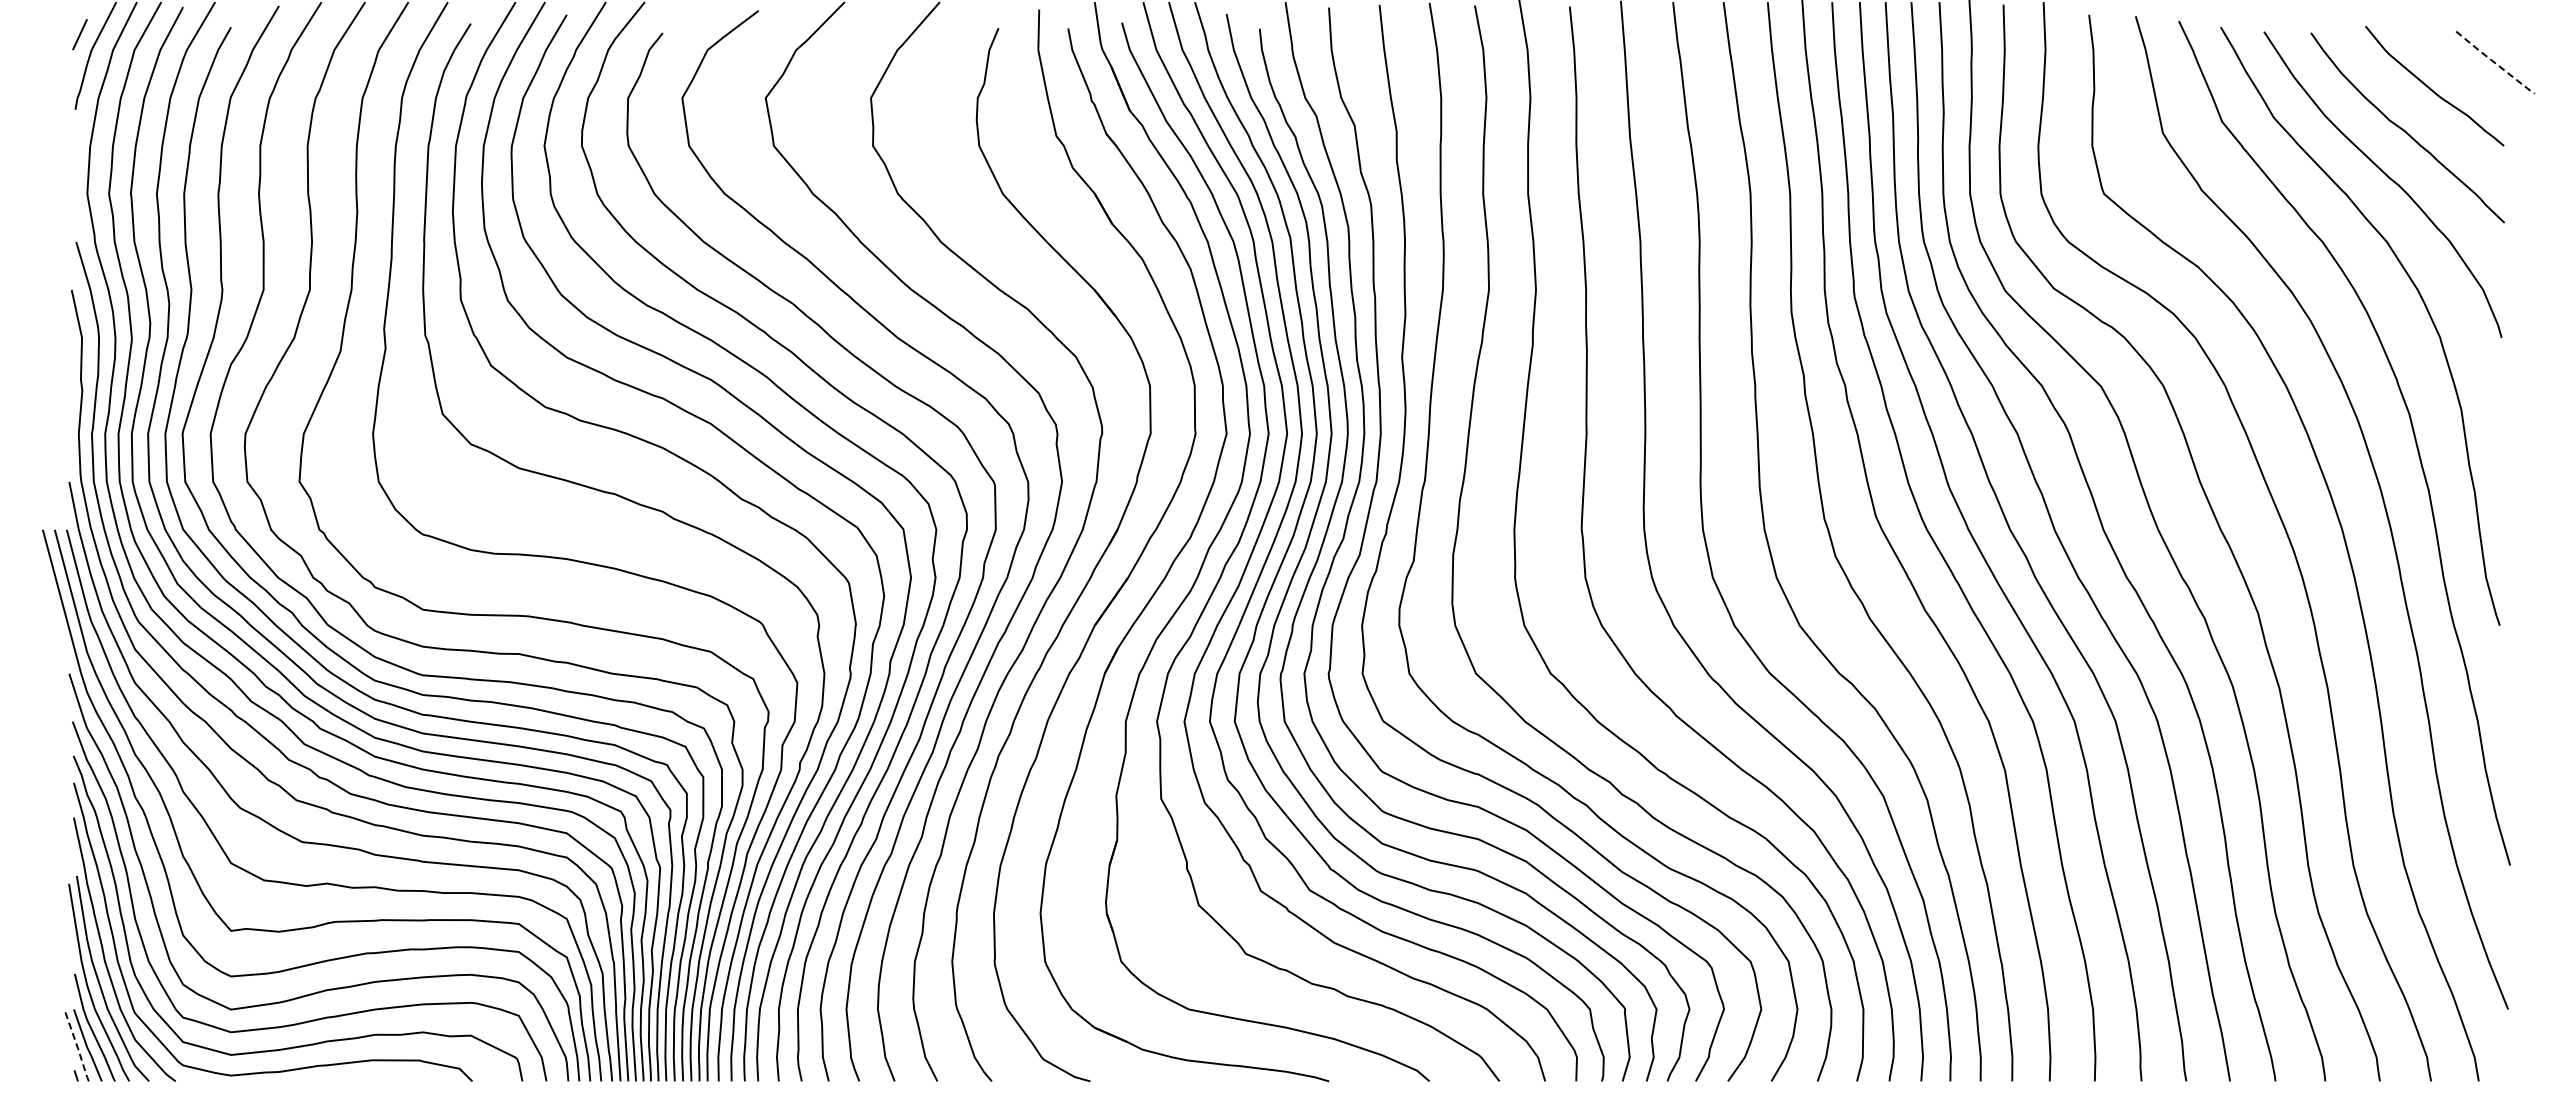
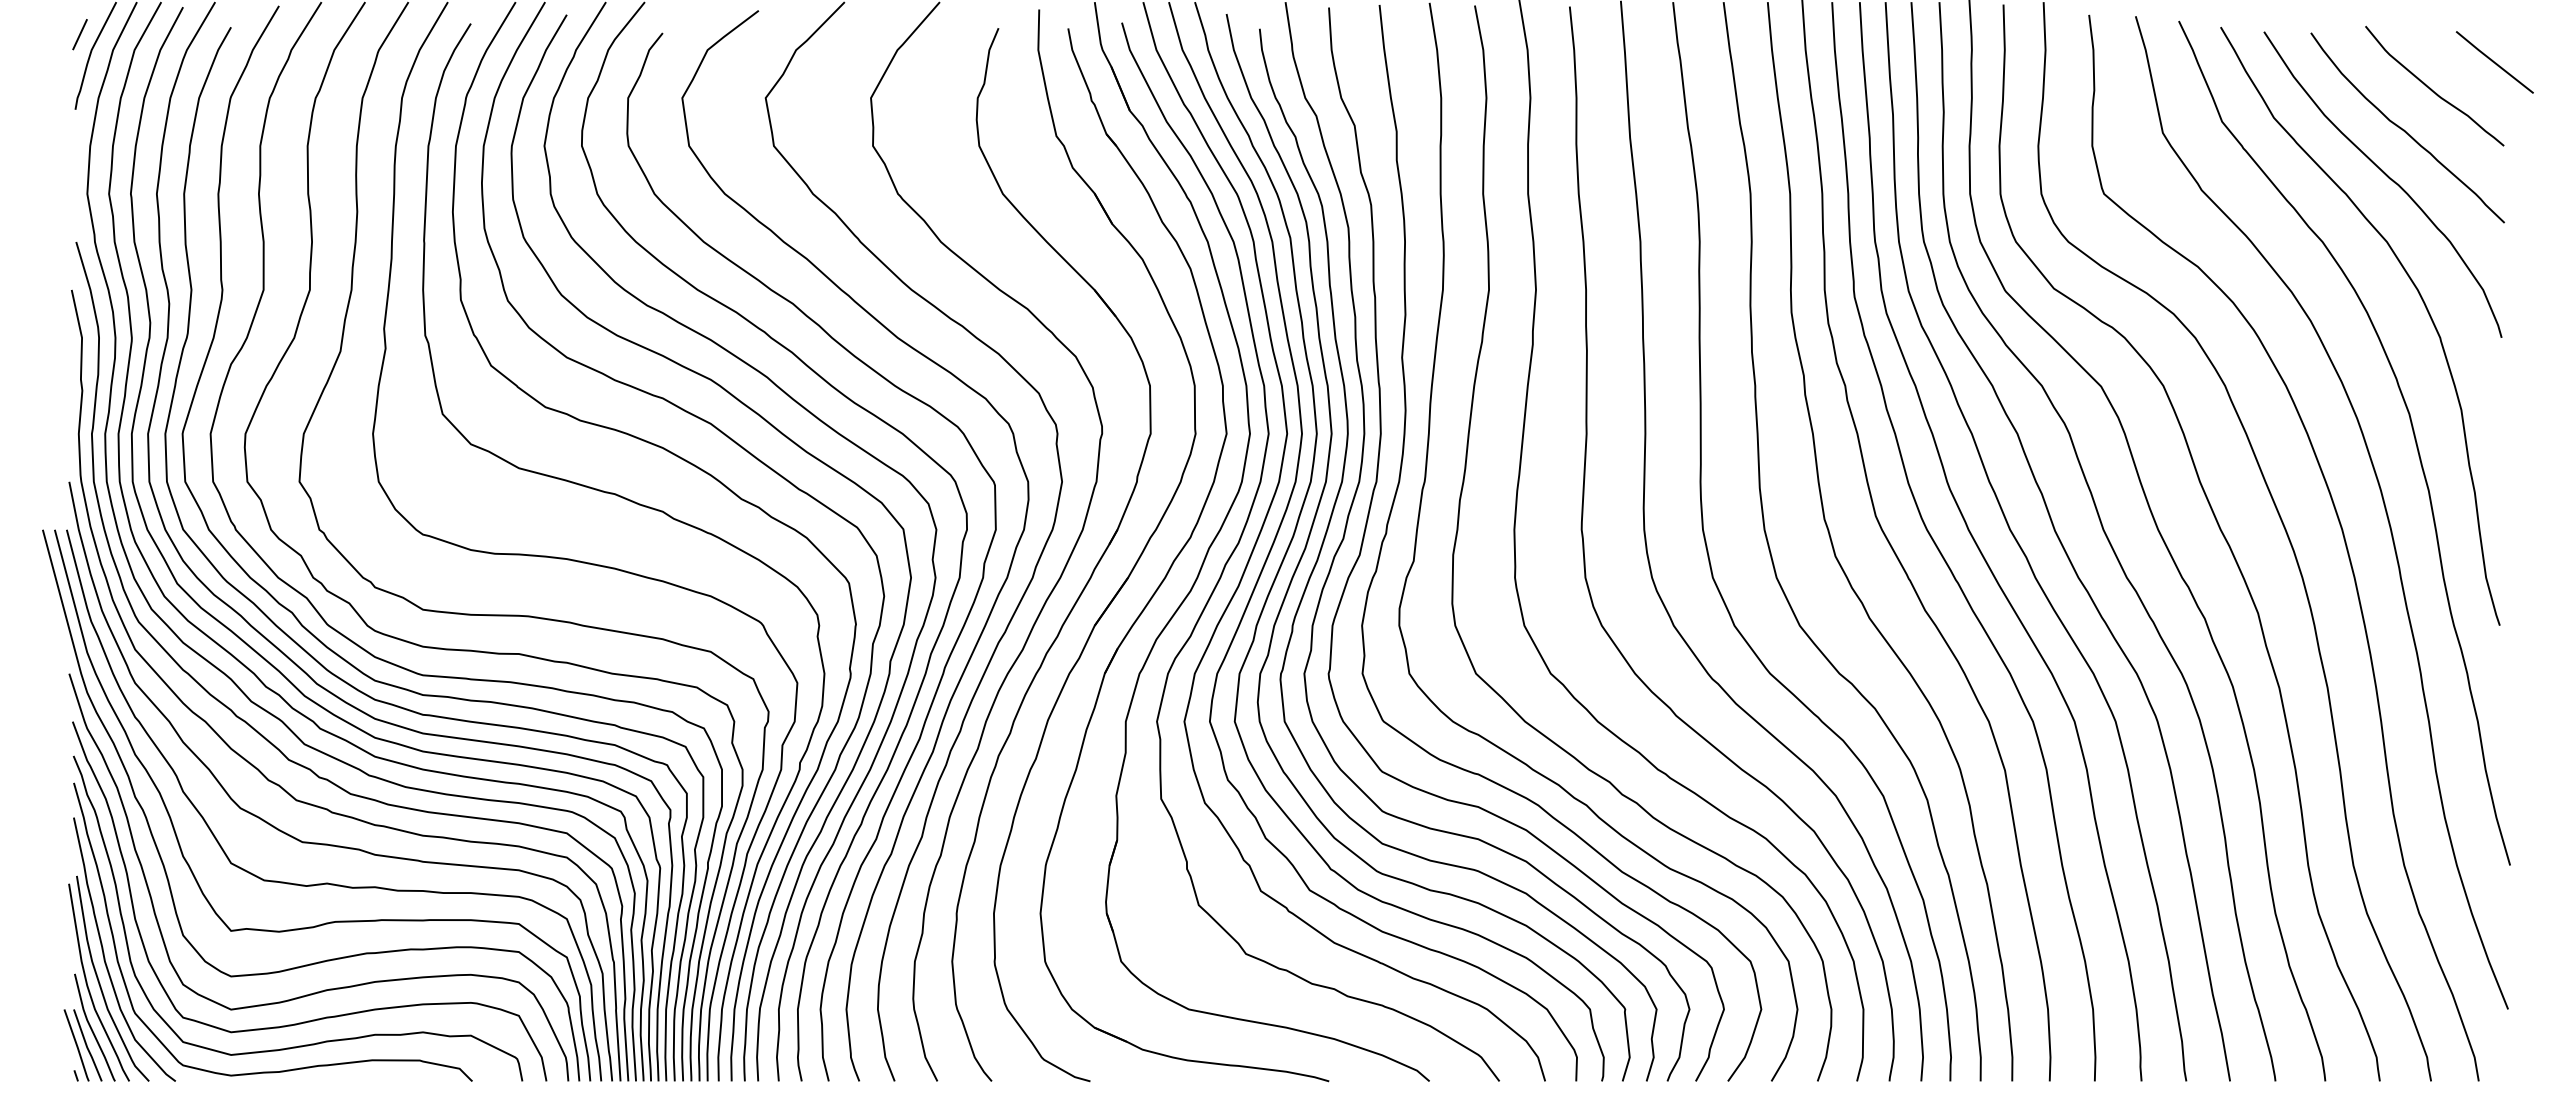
line at (2494, 62): dashed -> solid
line at (77, 1046): dashed -> solid
